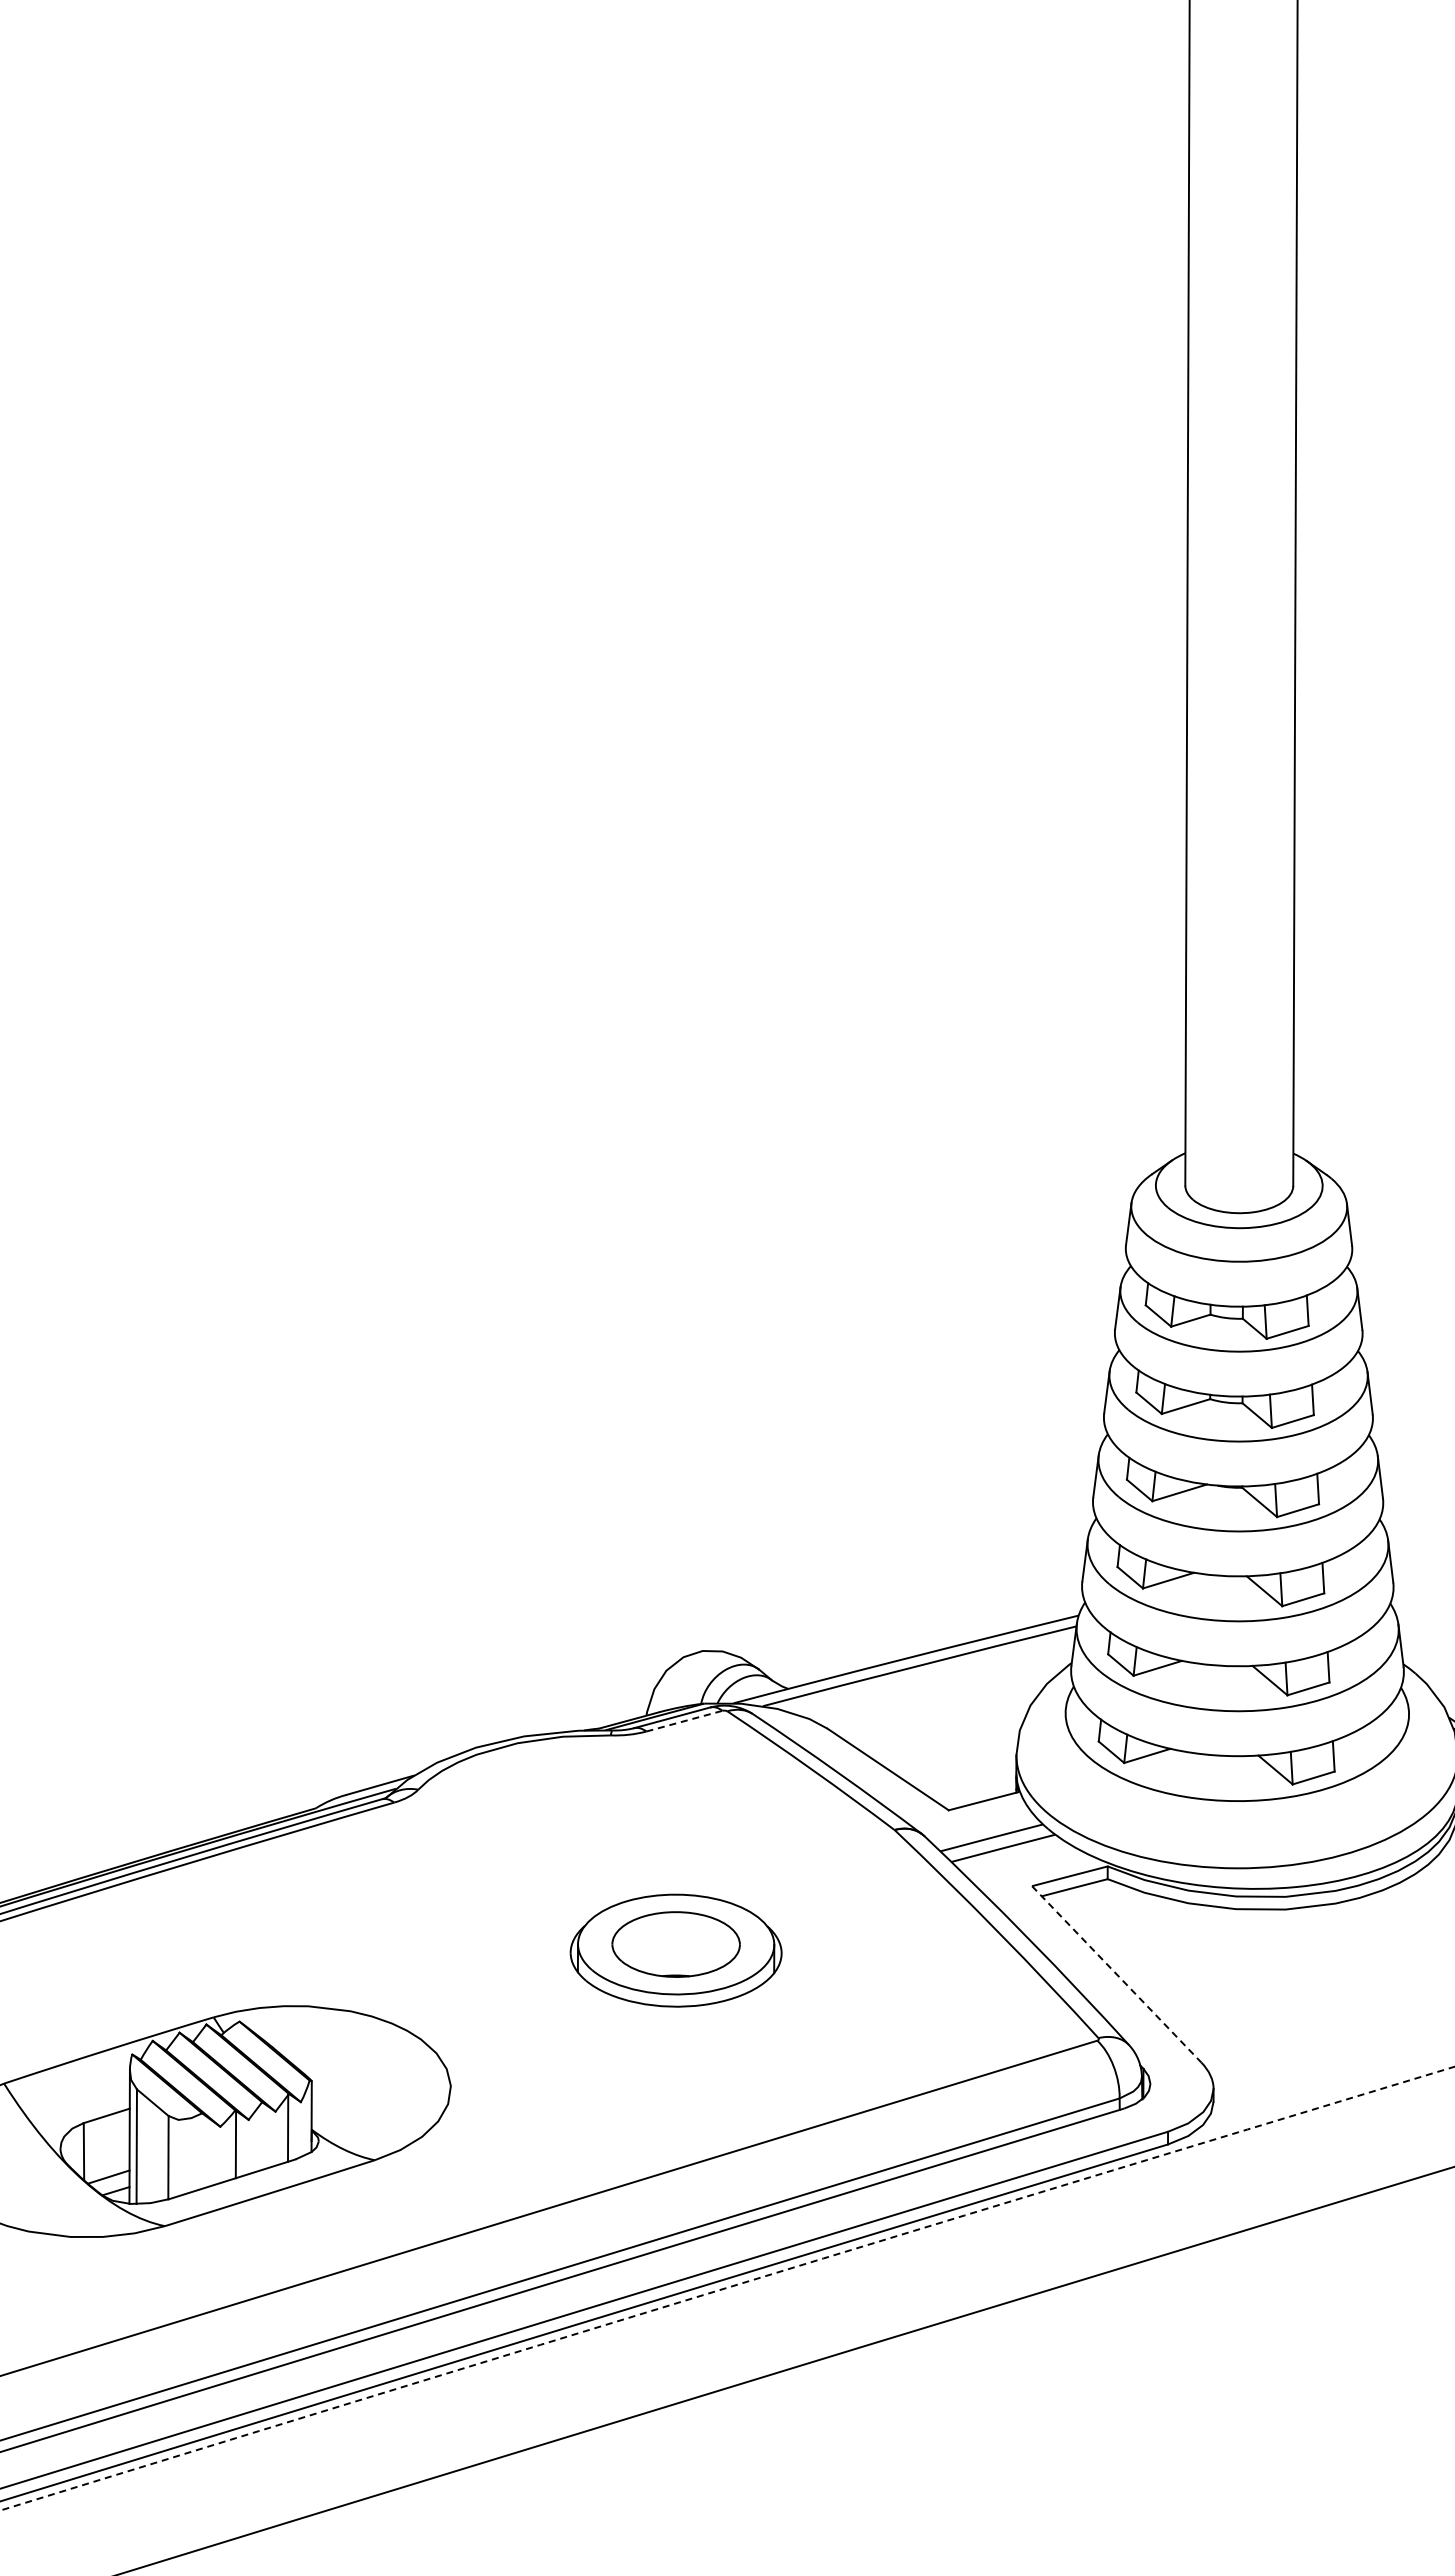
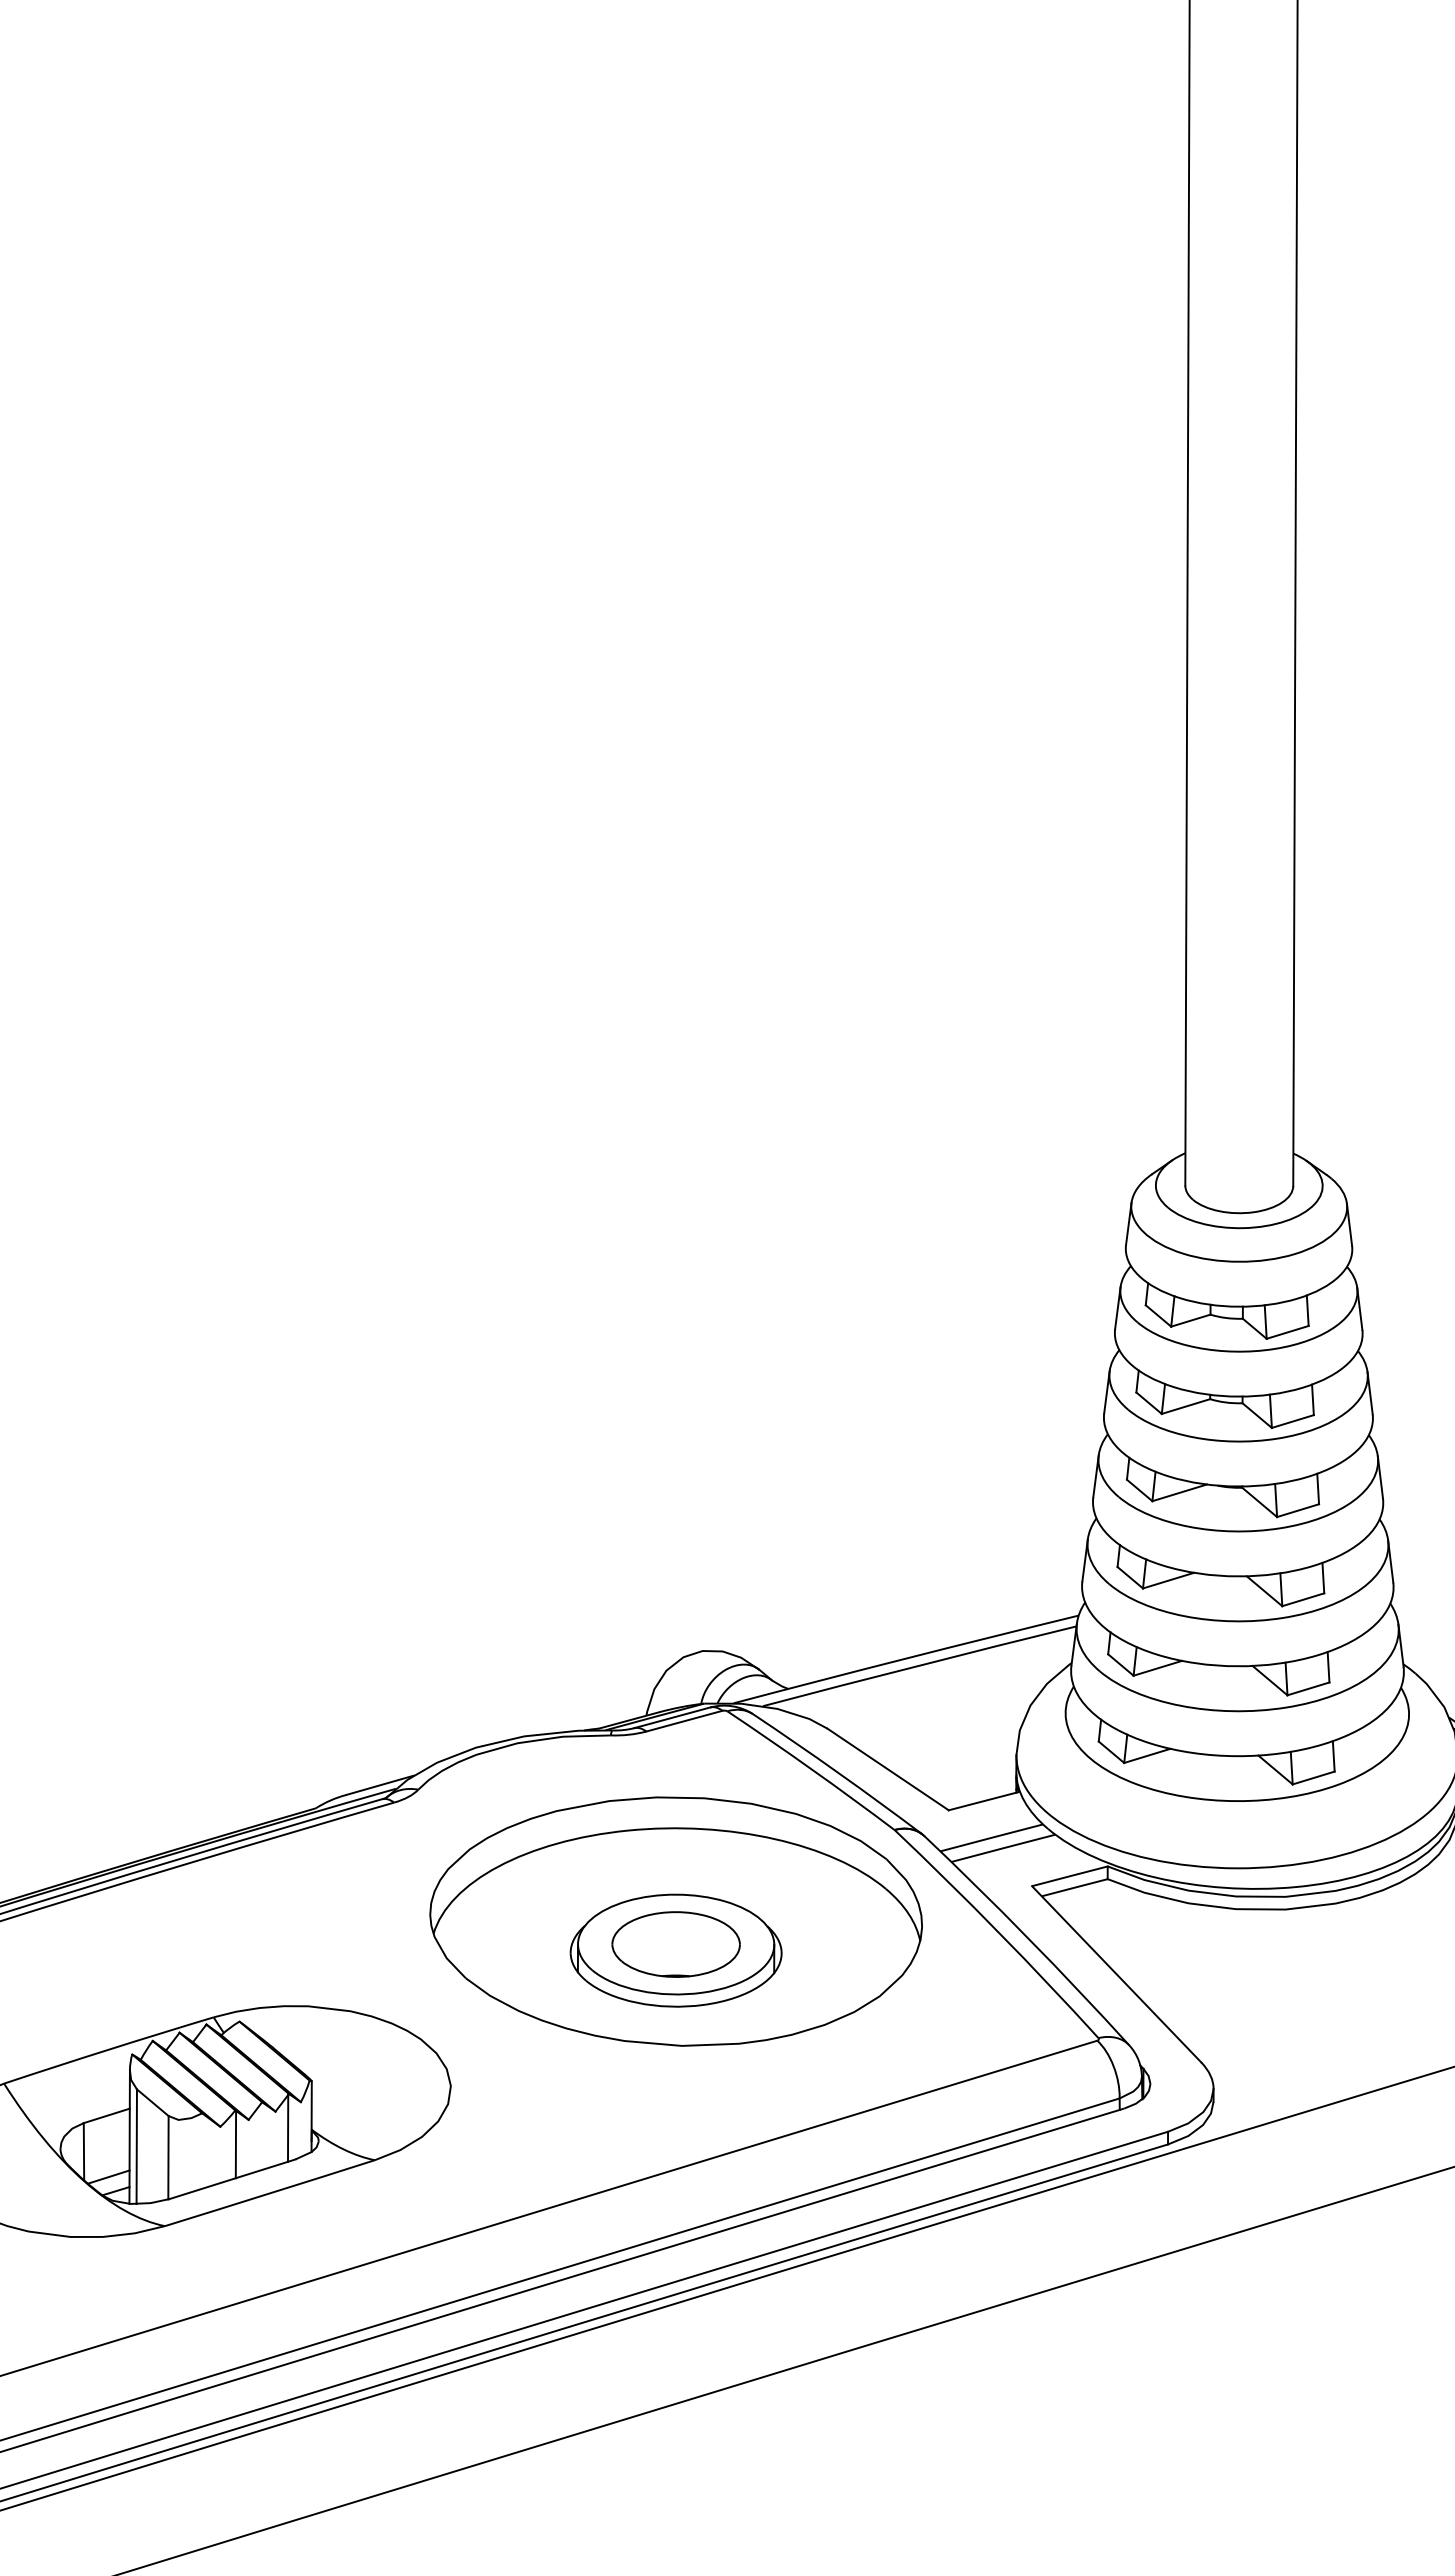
line at (684, 1721): dashed -> solid
part at (675, 1921): none -> present
line at (1117, 1974): dashed -> solid
arc at (726, 2288): dashed -> solid
